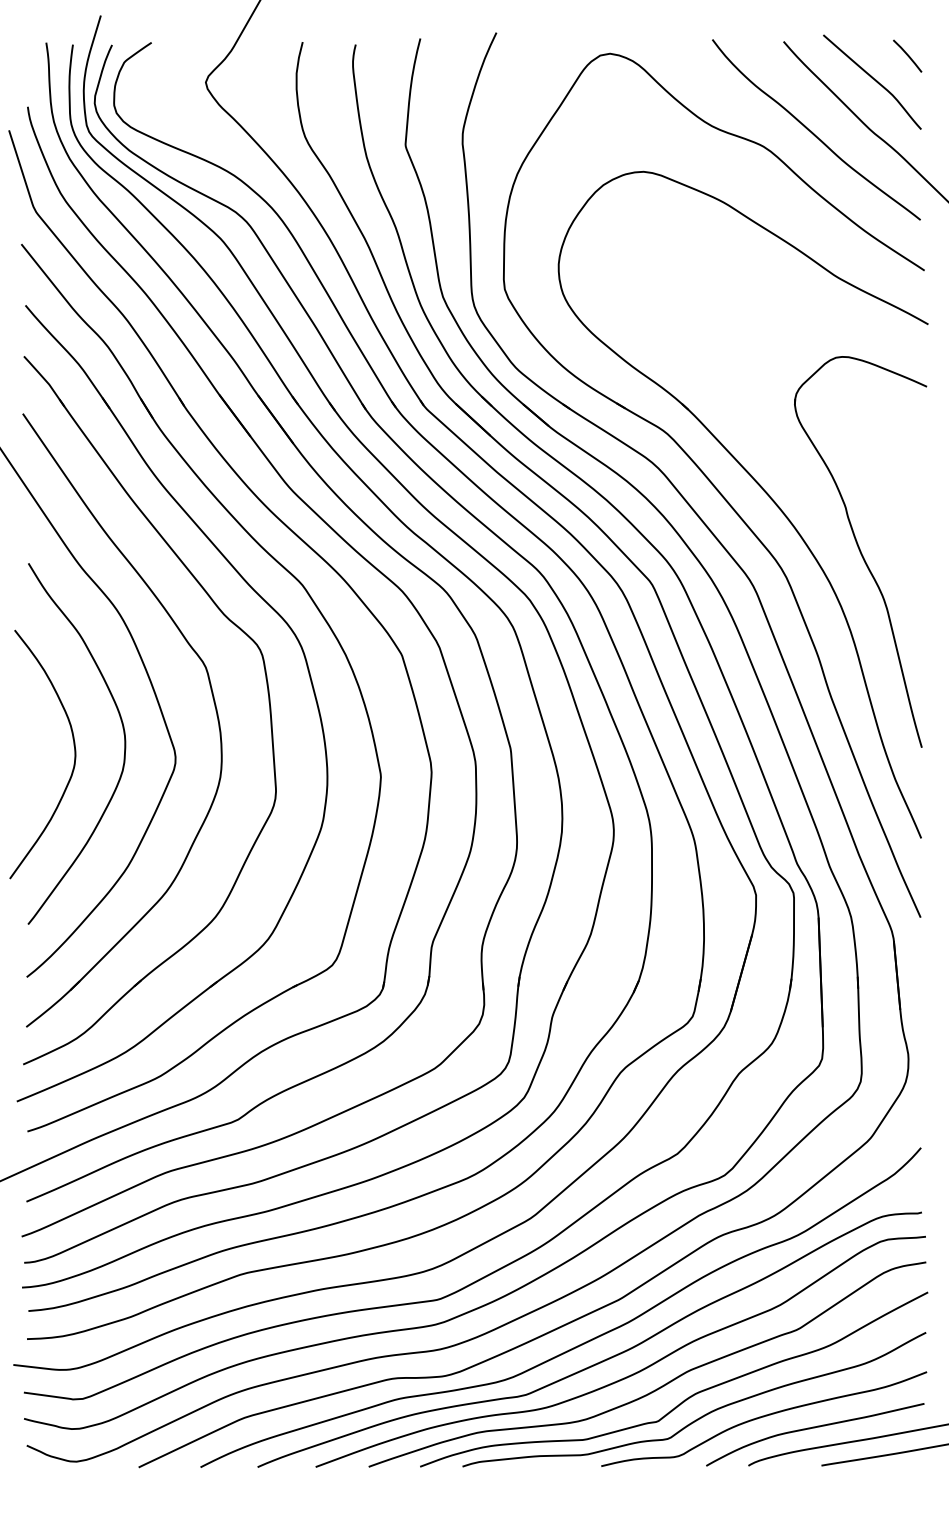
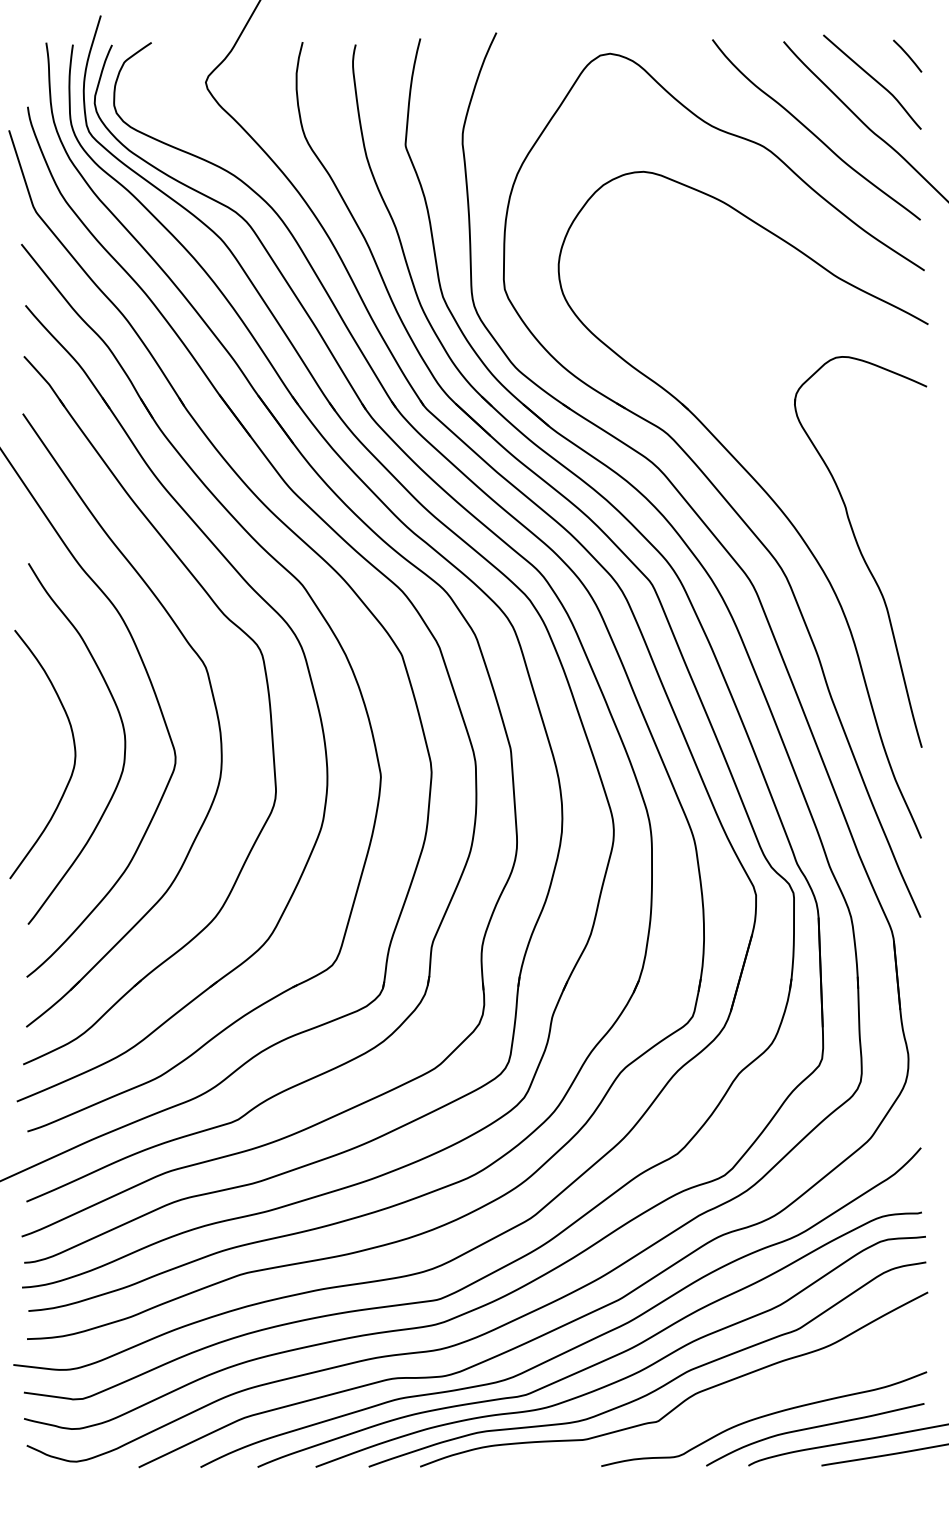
curve at (702, 1415): present -> none
